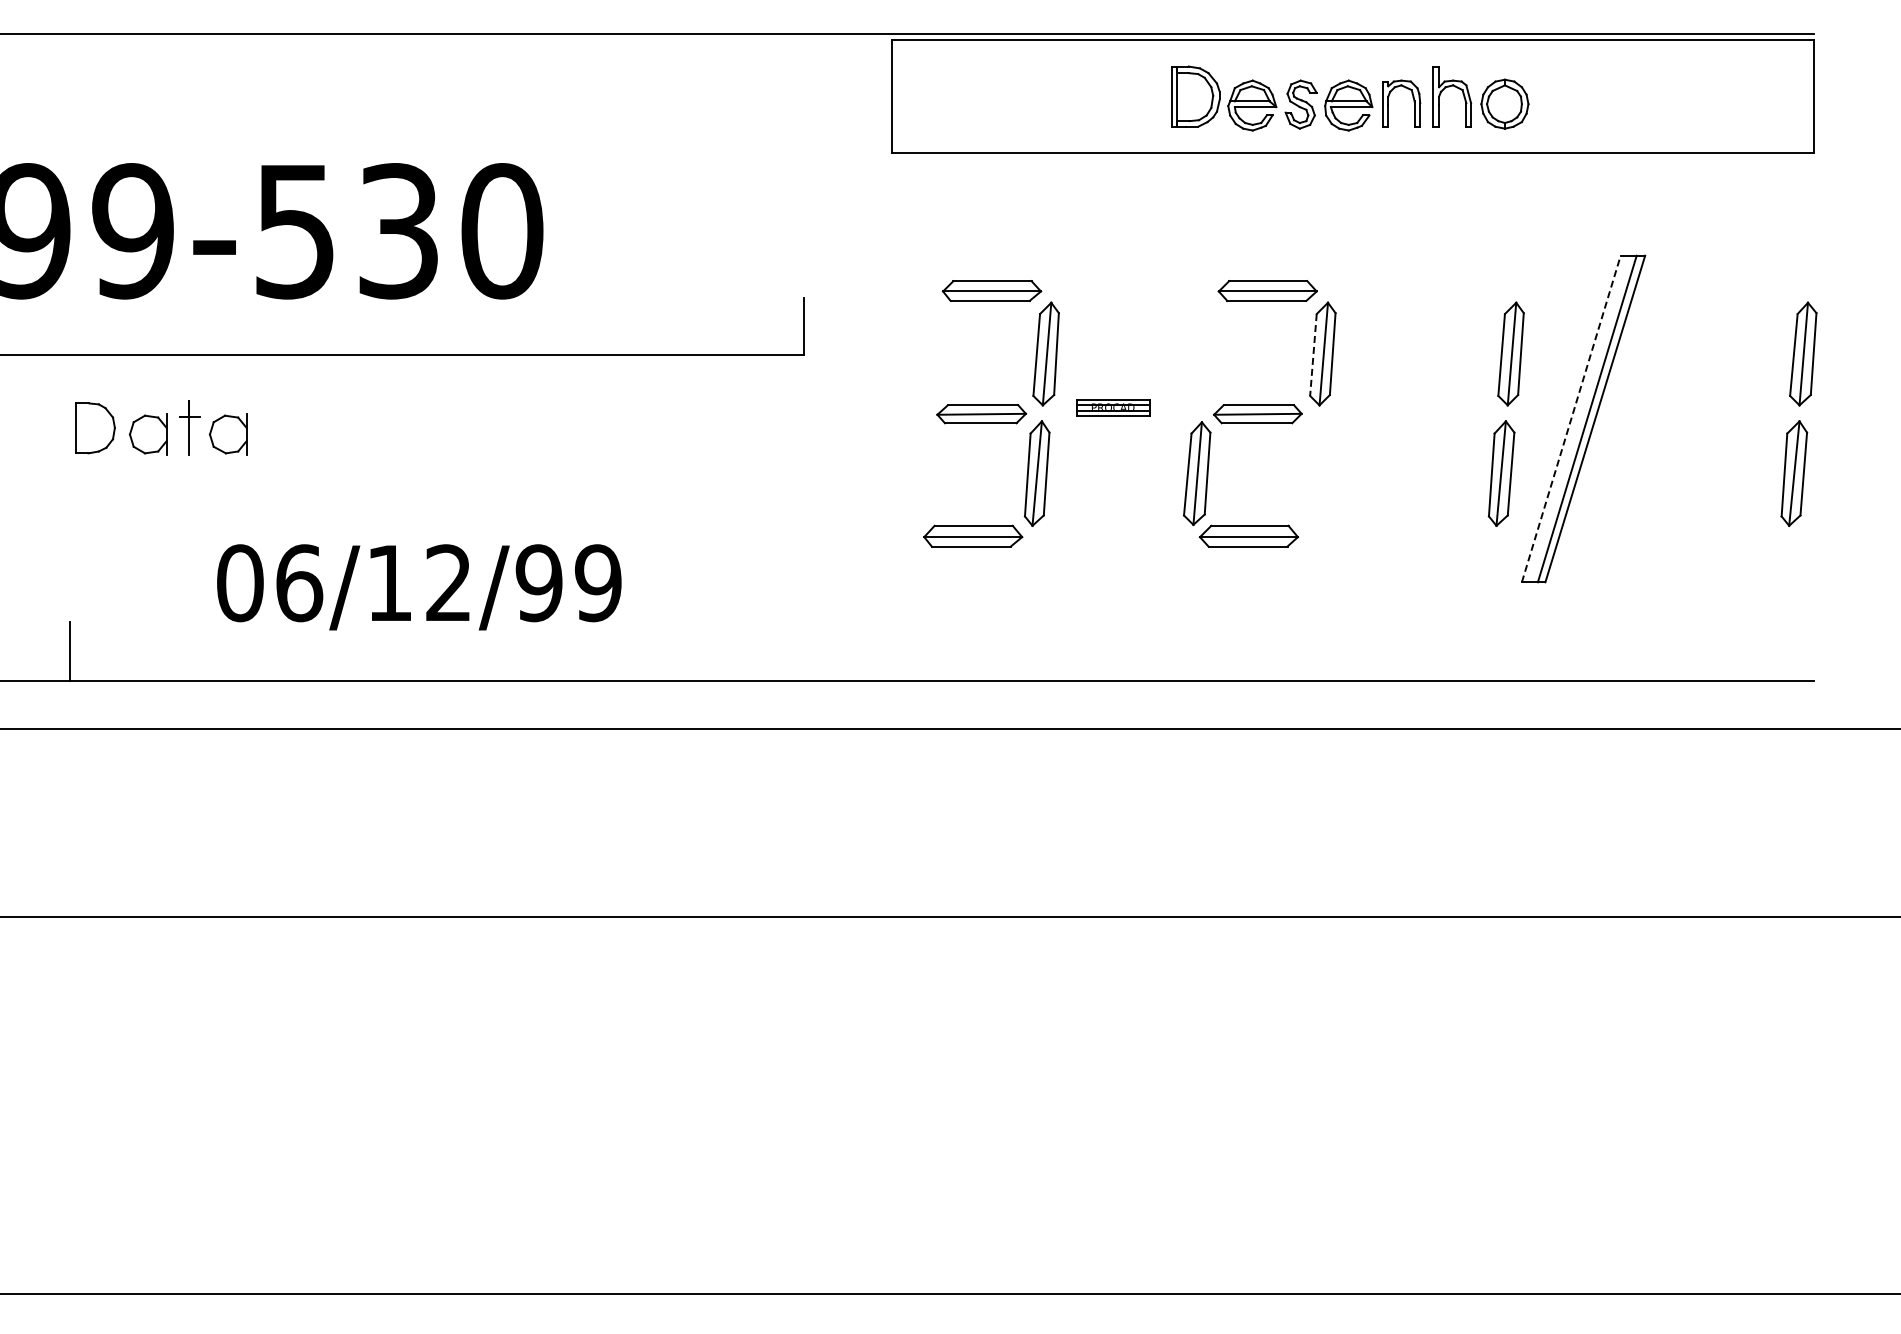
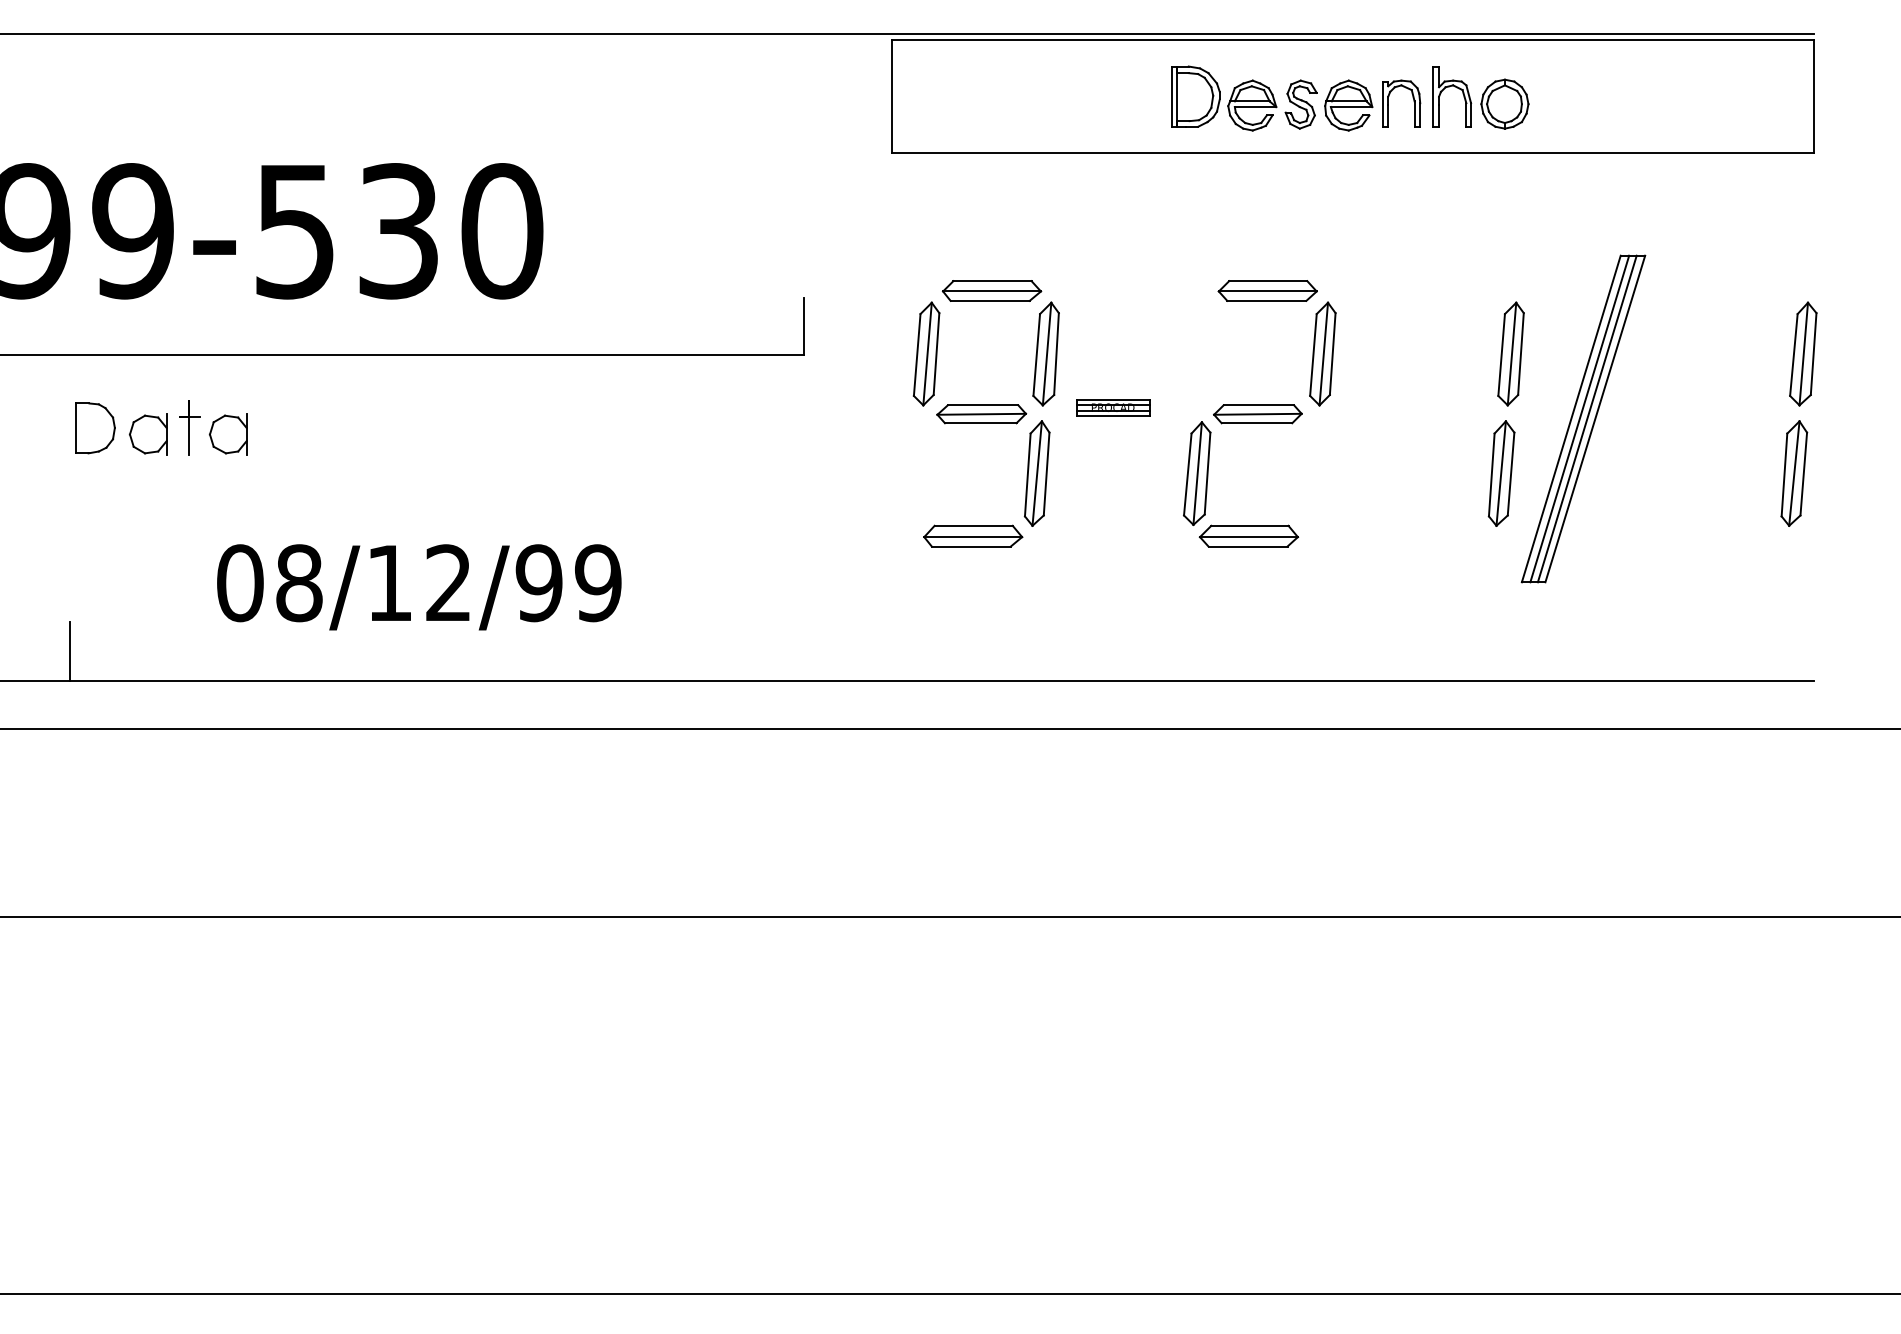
part at (926, 353): none -> present
line at (1313, 355): dashed -> solid
line at (1579, 418): none -> present
line at (1571, 419): dashed -> solid
text at (299, 583): 06/12/99 -> 08/12/99
